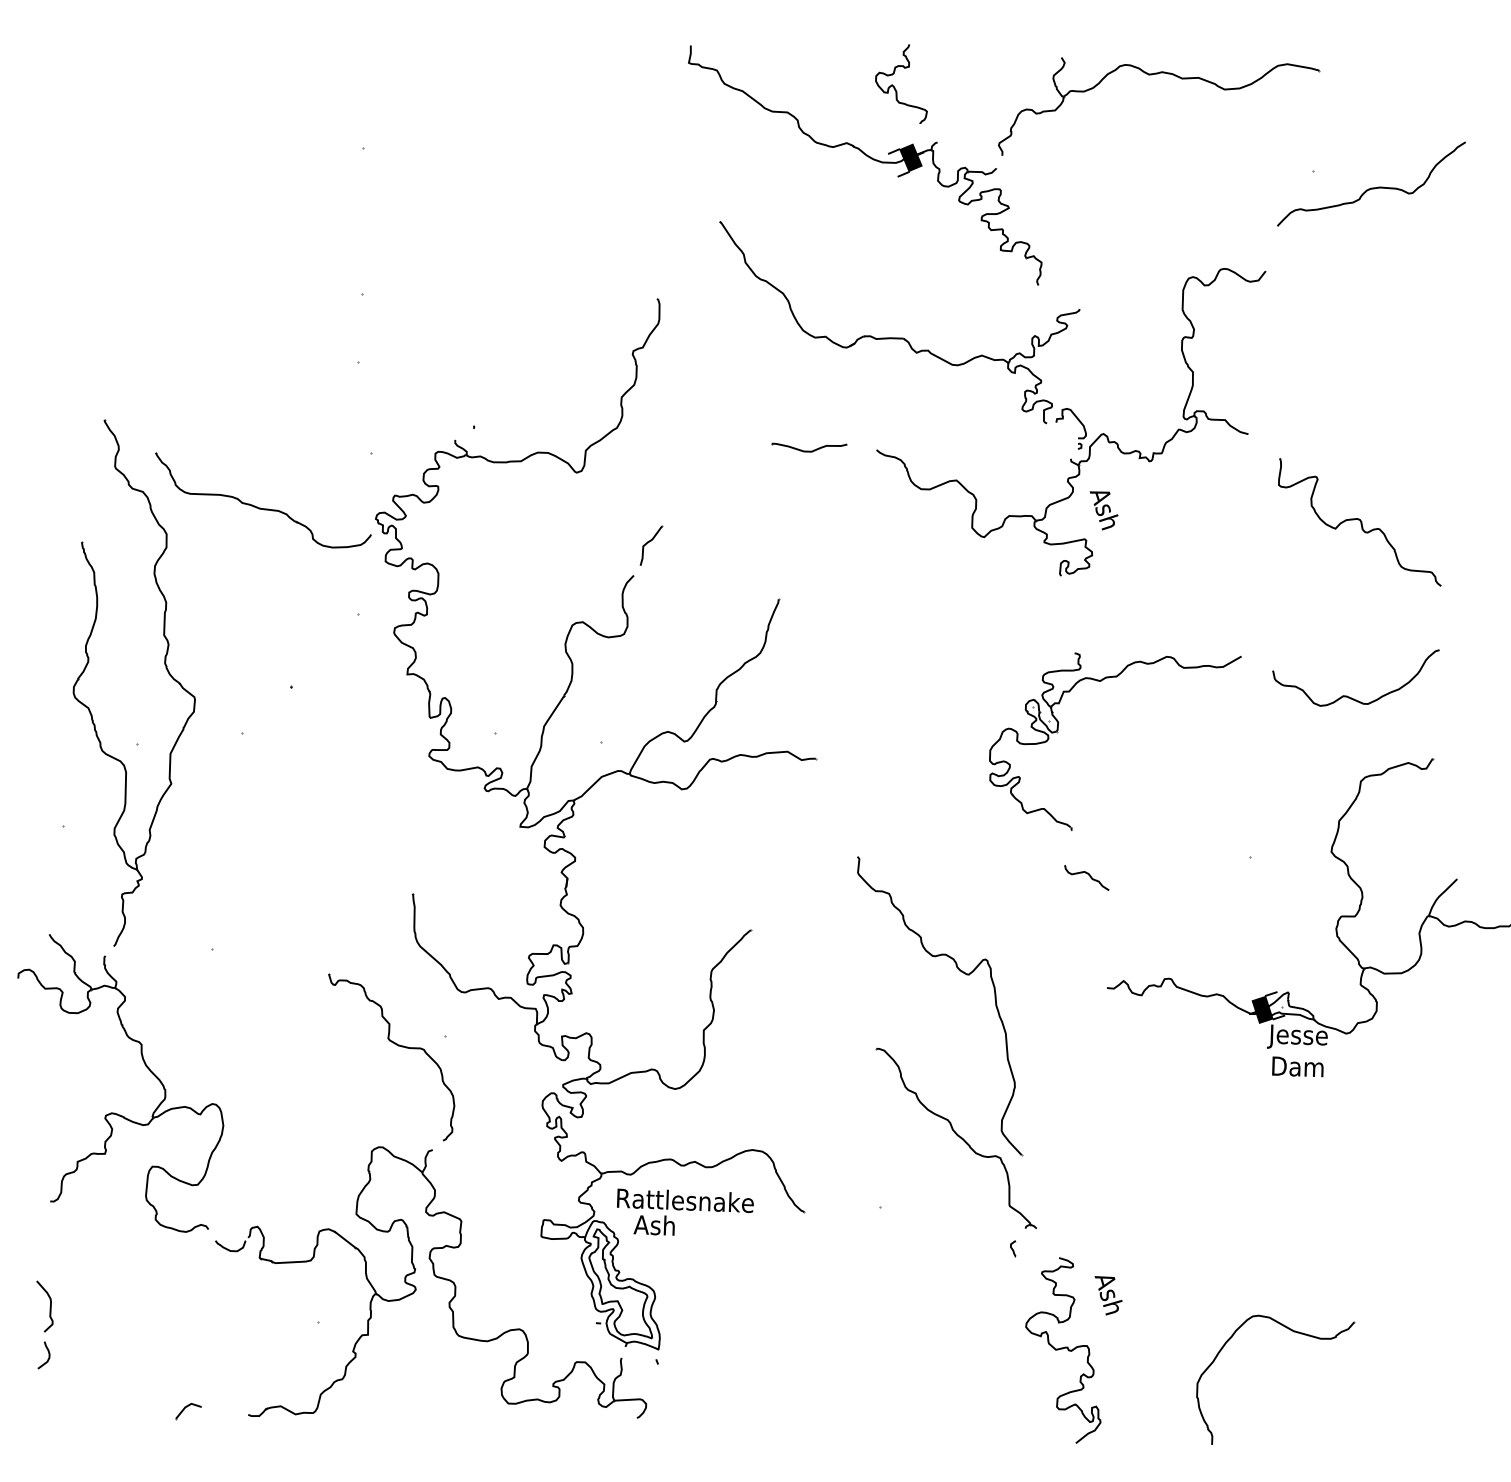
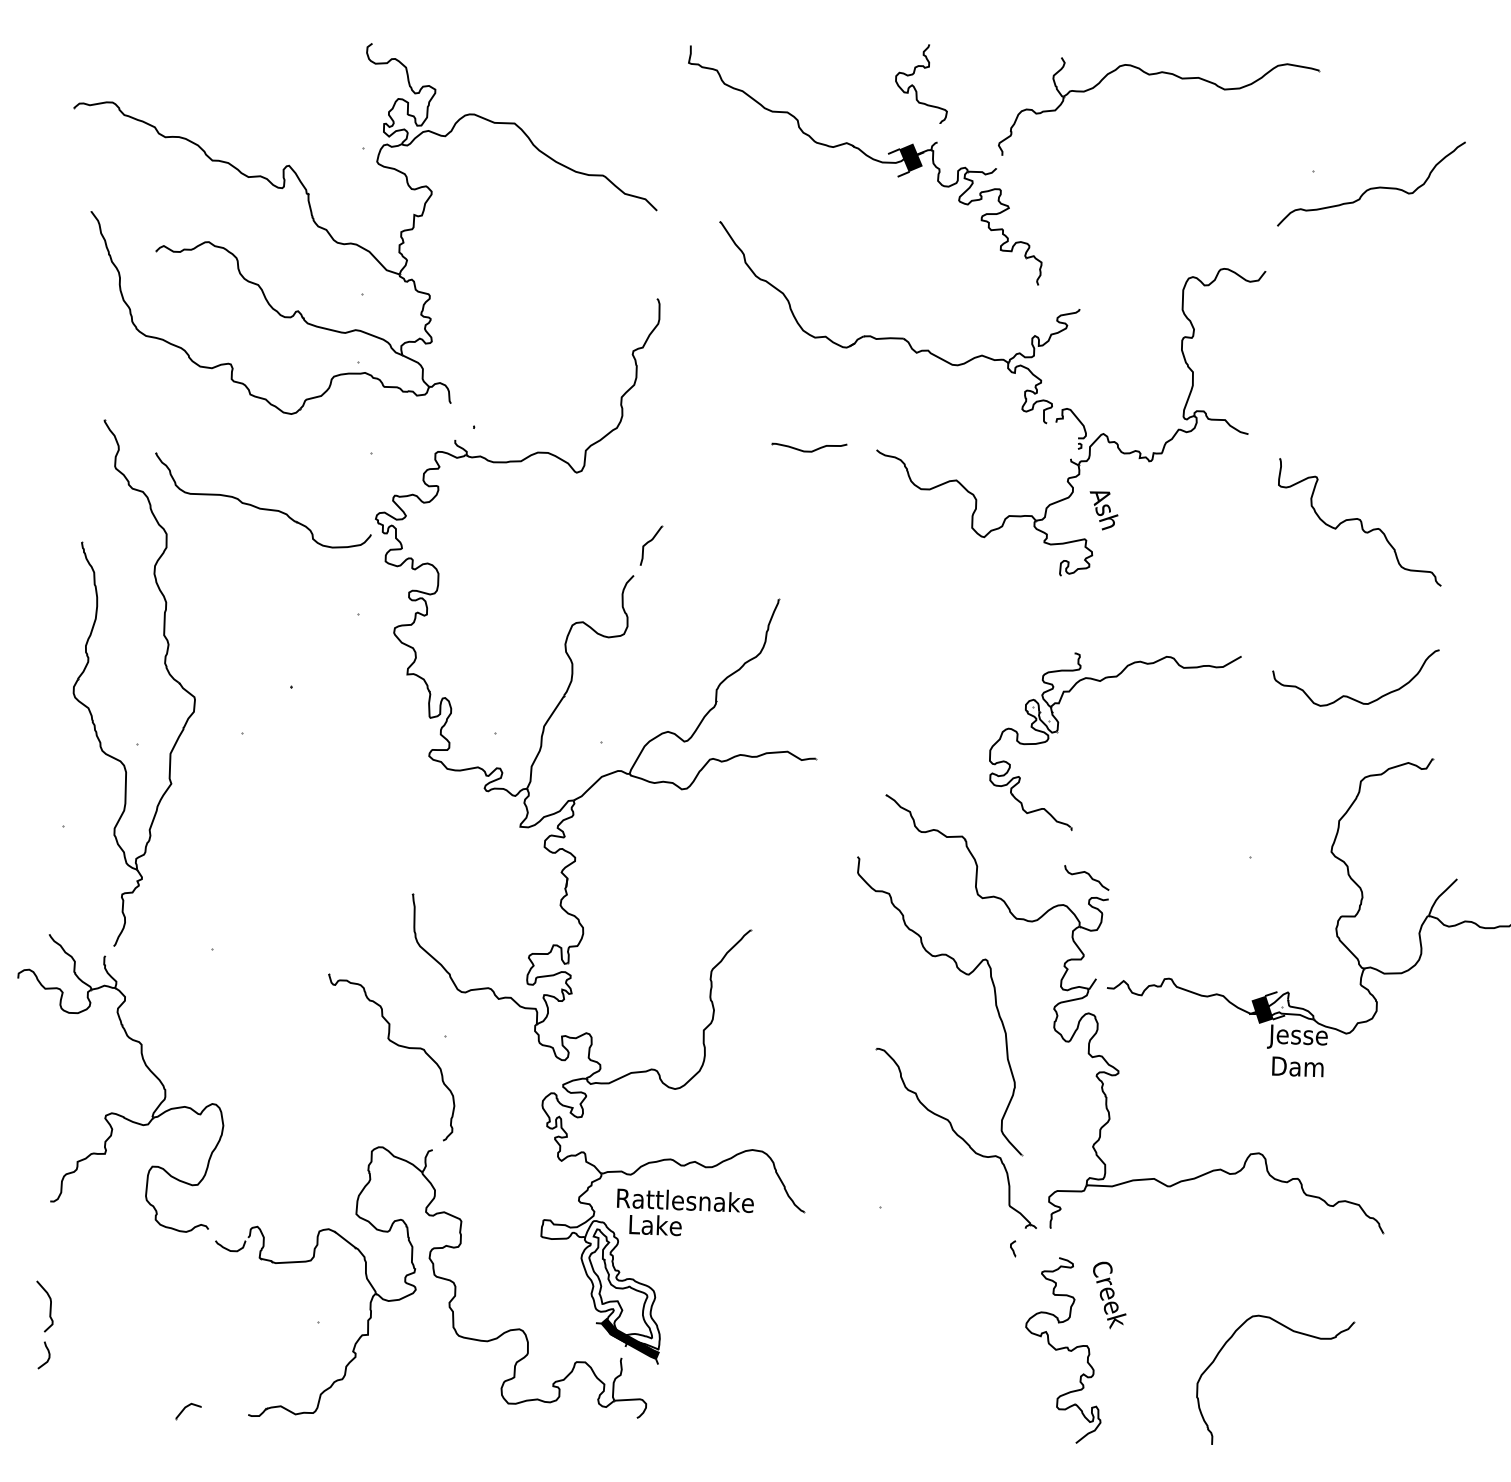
curve at (895, 87) position: (895, 87) -> (915, 87)
part at (358, 244): none -> present
part at (1098, 1022): none -> present
text at (655, 1225): Ash -> Lake
text at (1109, 1295): Ash -> Creek
fill at (630, 1338): none -> present
